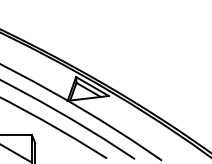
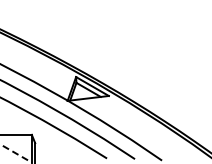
line at (16, 153): solid -> dashed
